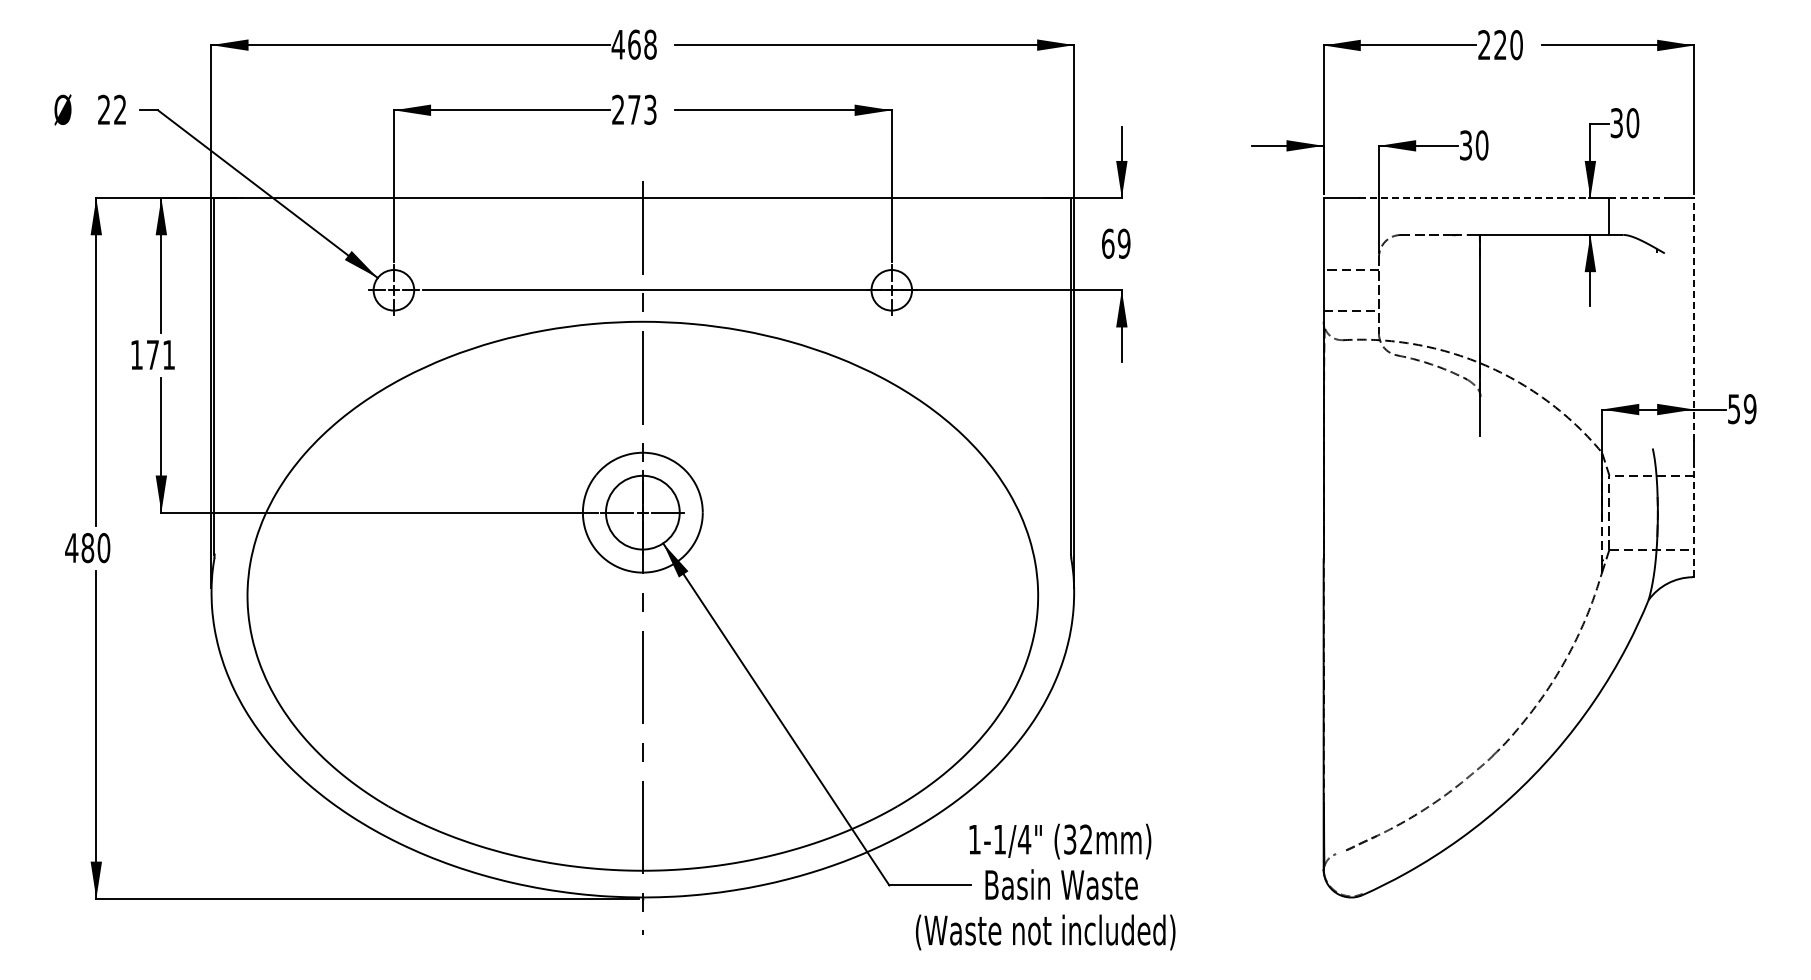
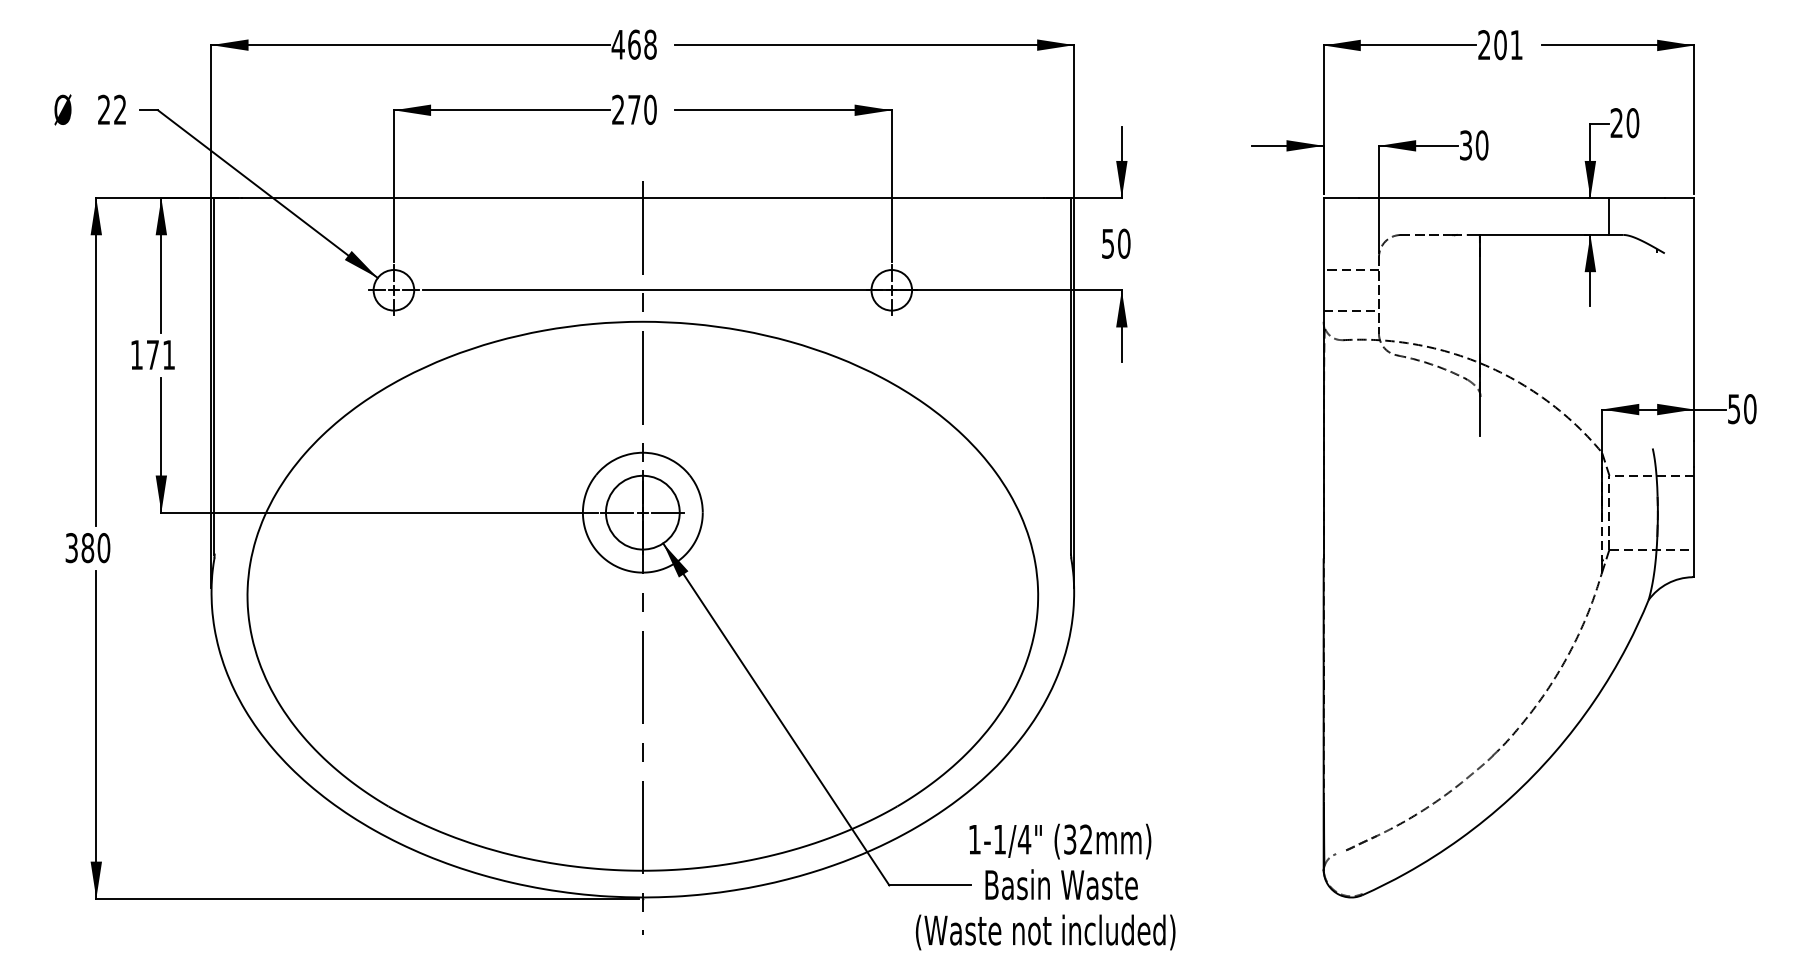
text at (1508, 45): 220 -> 201
text at (650, 109): 273 -> 270
text at (1616, 123): 30 -> 20
line at (1473, 198): dashed -> solid
line at (1637, 198): dashed -> solid
text at (1116, 243): 69 -> 50
line at (1694, 319): dashed -> solid
text at (1749, 409): 59 -> 50
line at (1694, 521): dashed -> solid
text at (71, 548): 480 -> 380
